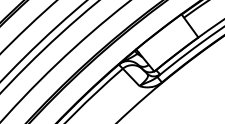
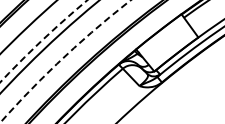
arc at (42, 40): solid -> dashed
circle at (65, 61): solid -> dashed
